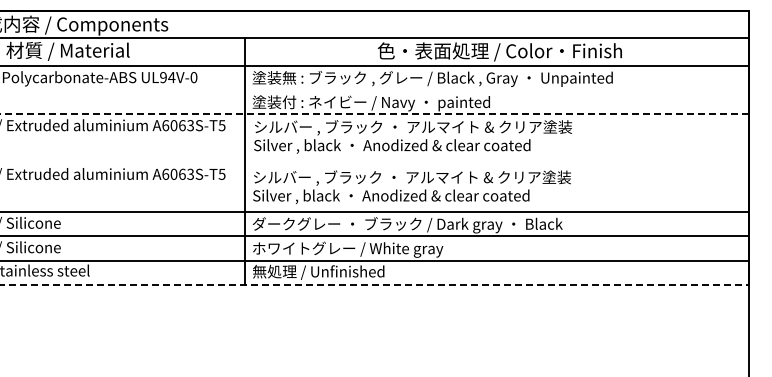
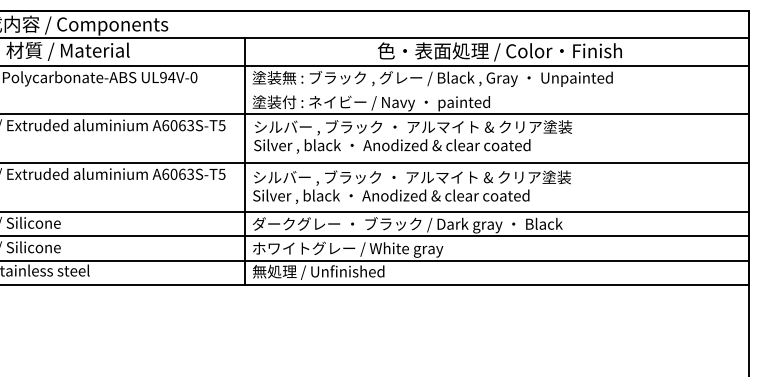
line at (374, 114): dashed -> solid
line at (375, 163): none -> present
line at (374, 284): dashed -> solid
